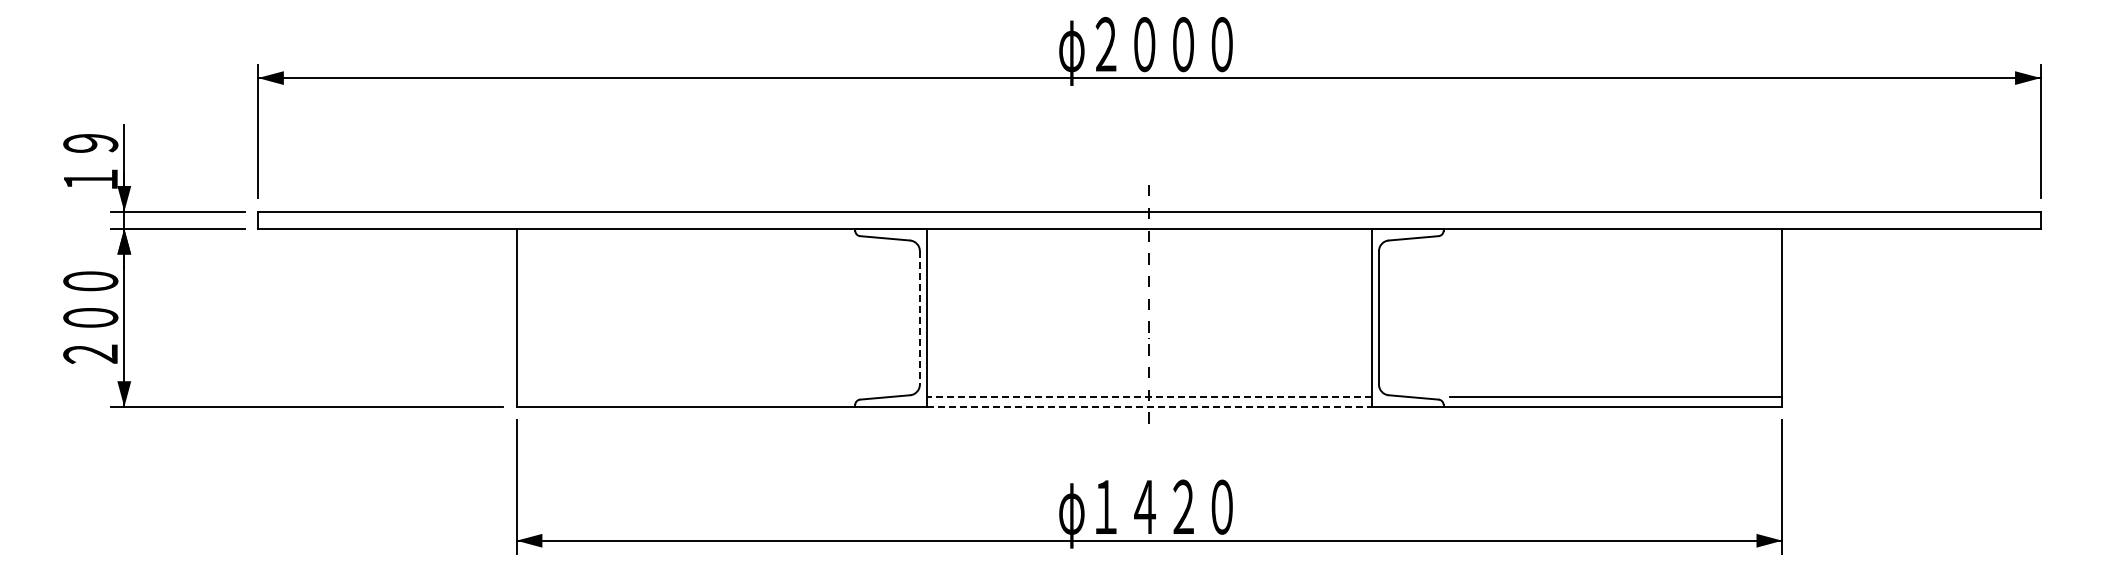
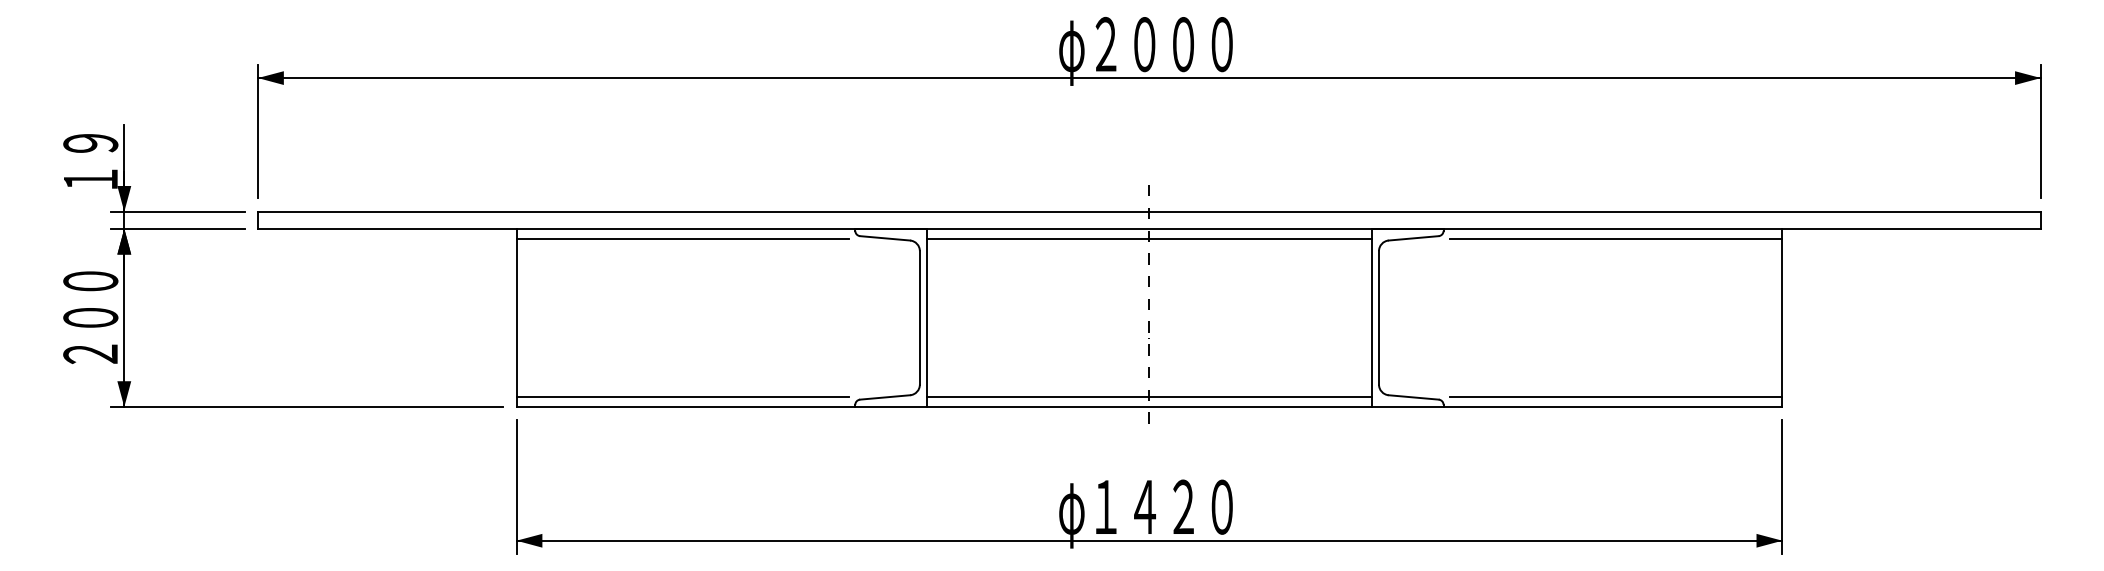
line at (682, 238): none -> present
line at (1149, 238): none -> present
line at (1616, 238): none -> present
line at (919, 317): dashed -> solid
line at (682, 397): none -> present
line at (1149, 397): dashed -> solid
line at (1149, 407): dashed -> solid
